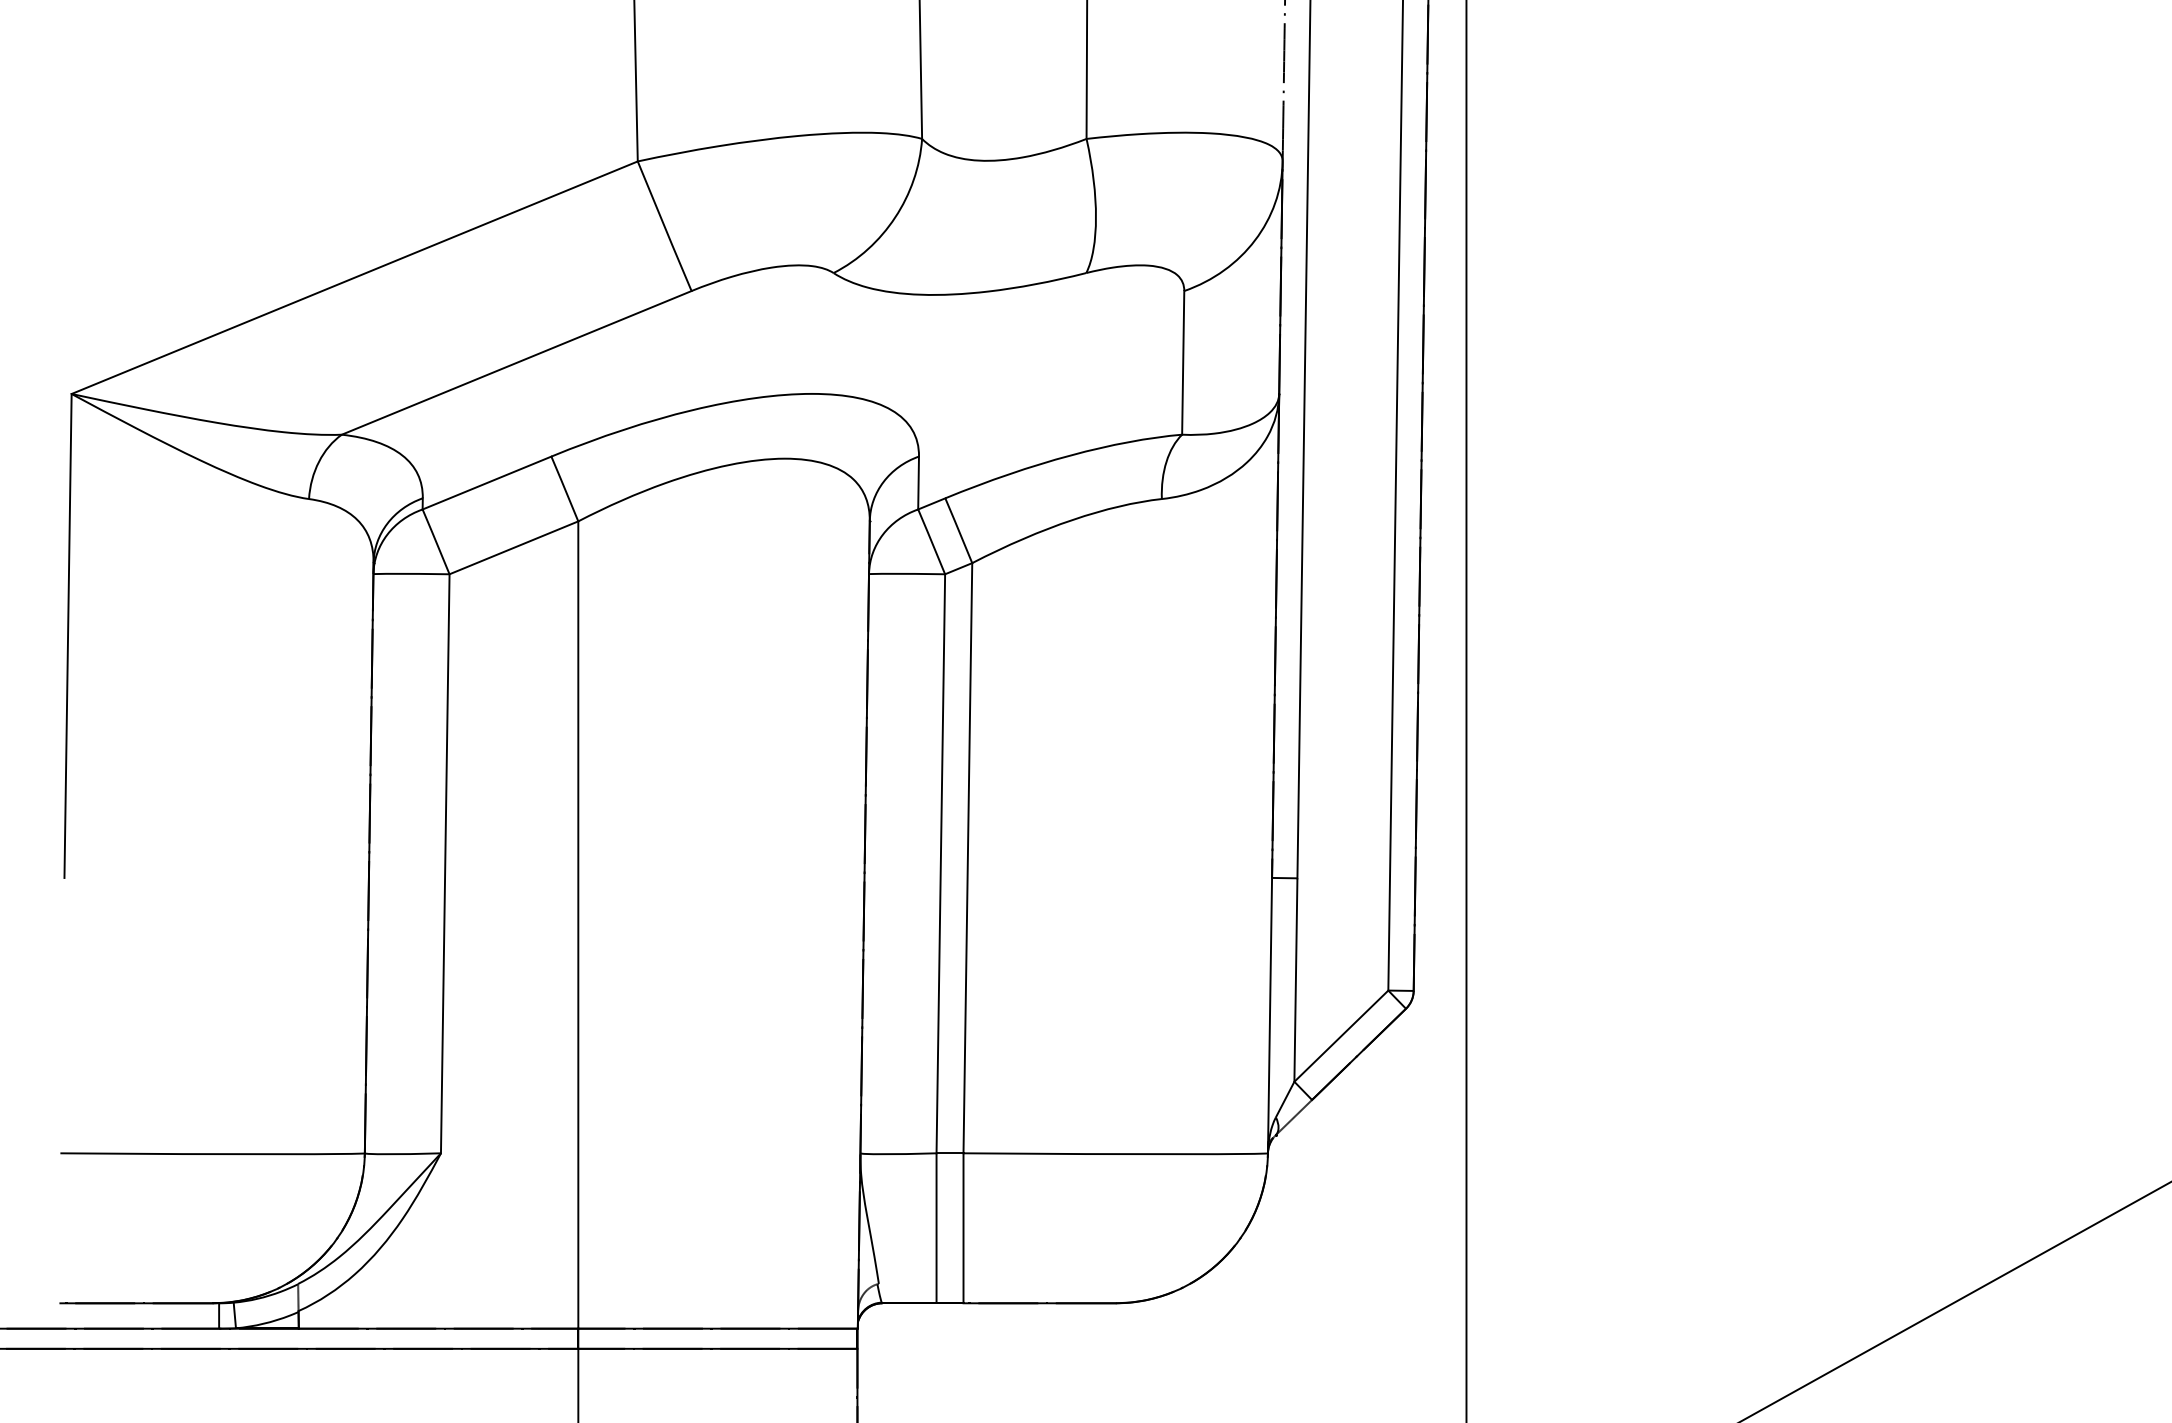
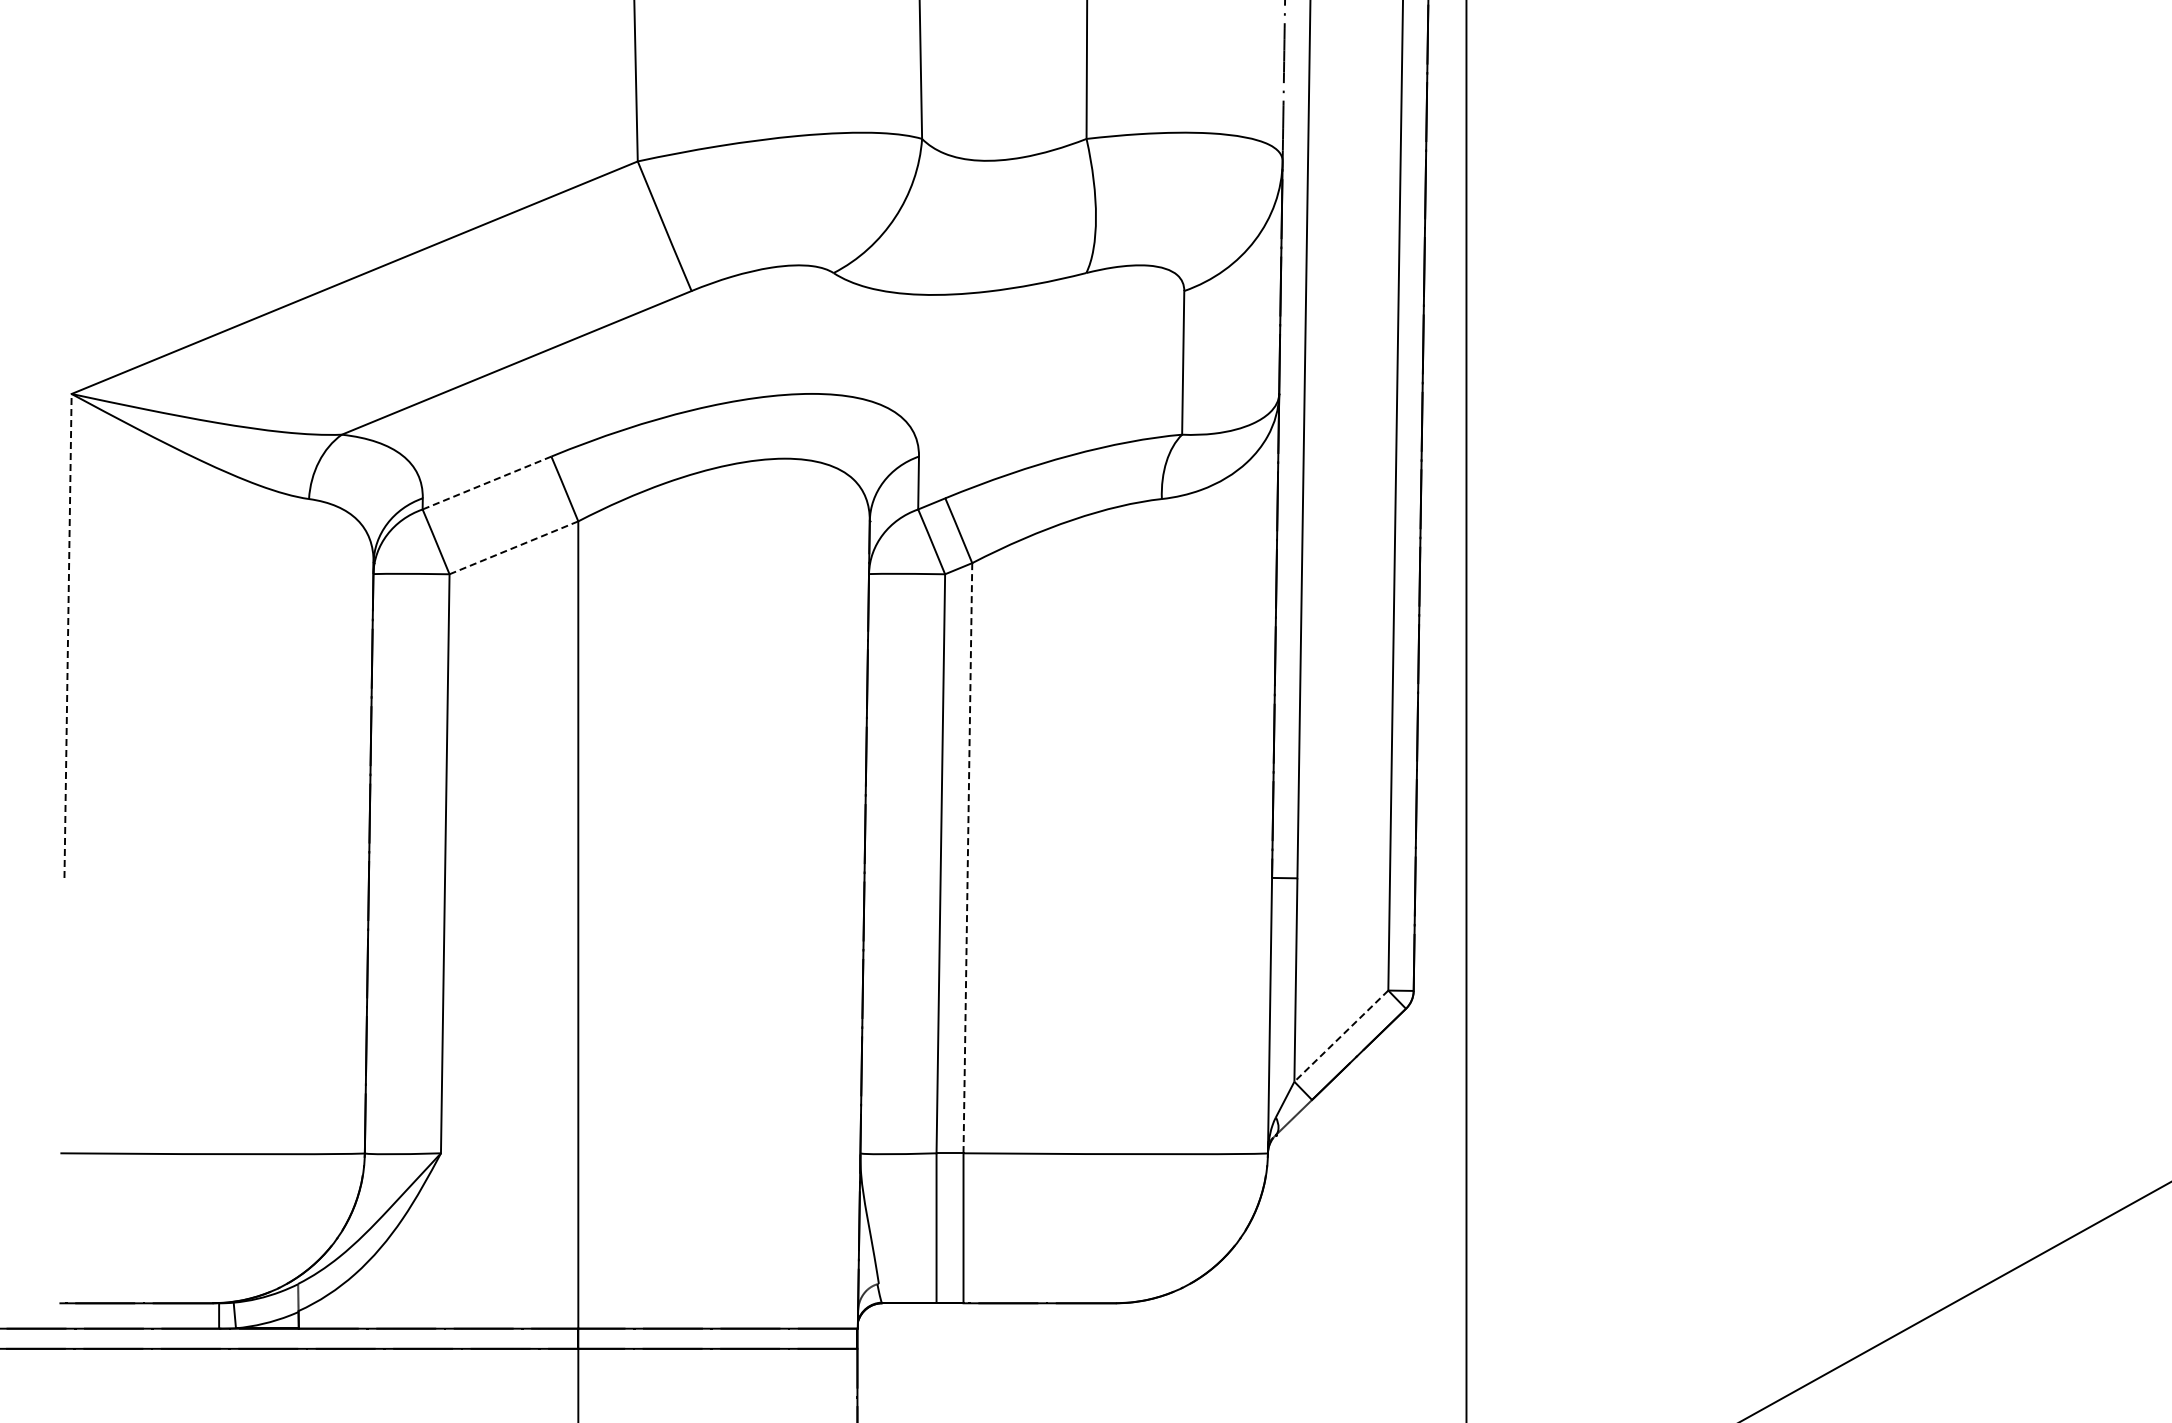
line at (487, 483): solid -> dashed
line at (513, 547): solid -> dashed
line at (68, 635): solid -> dashed
line at (967, 858): solid -> dashed
line at (1341, 1036): solid -> dashed
